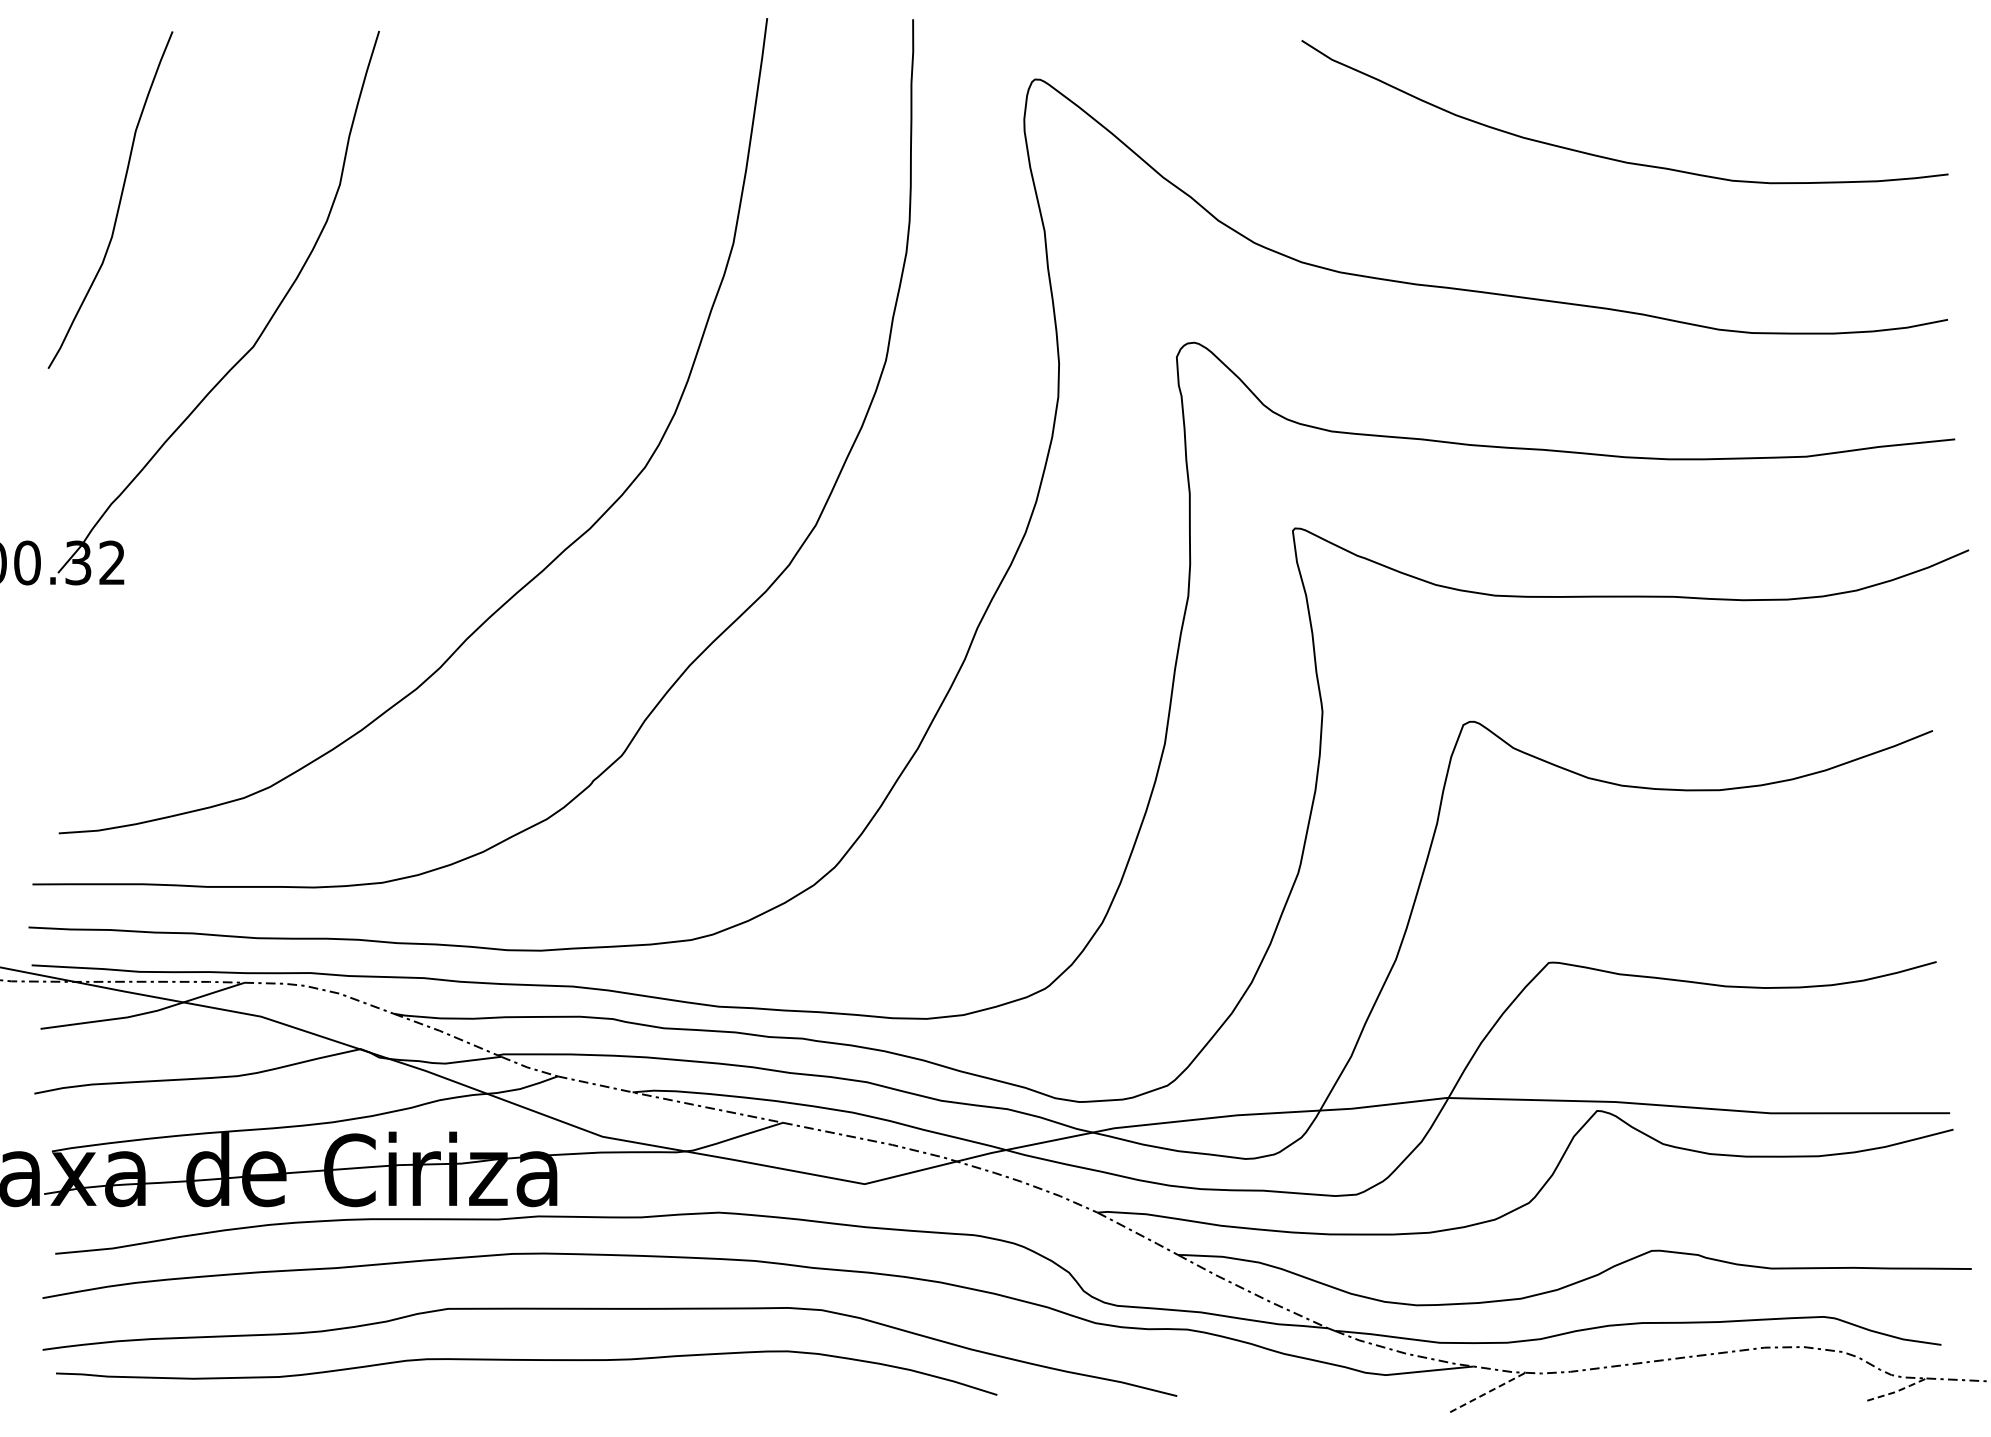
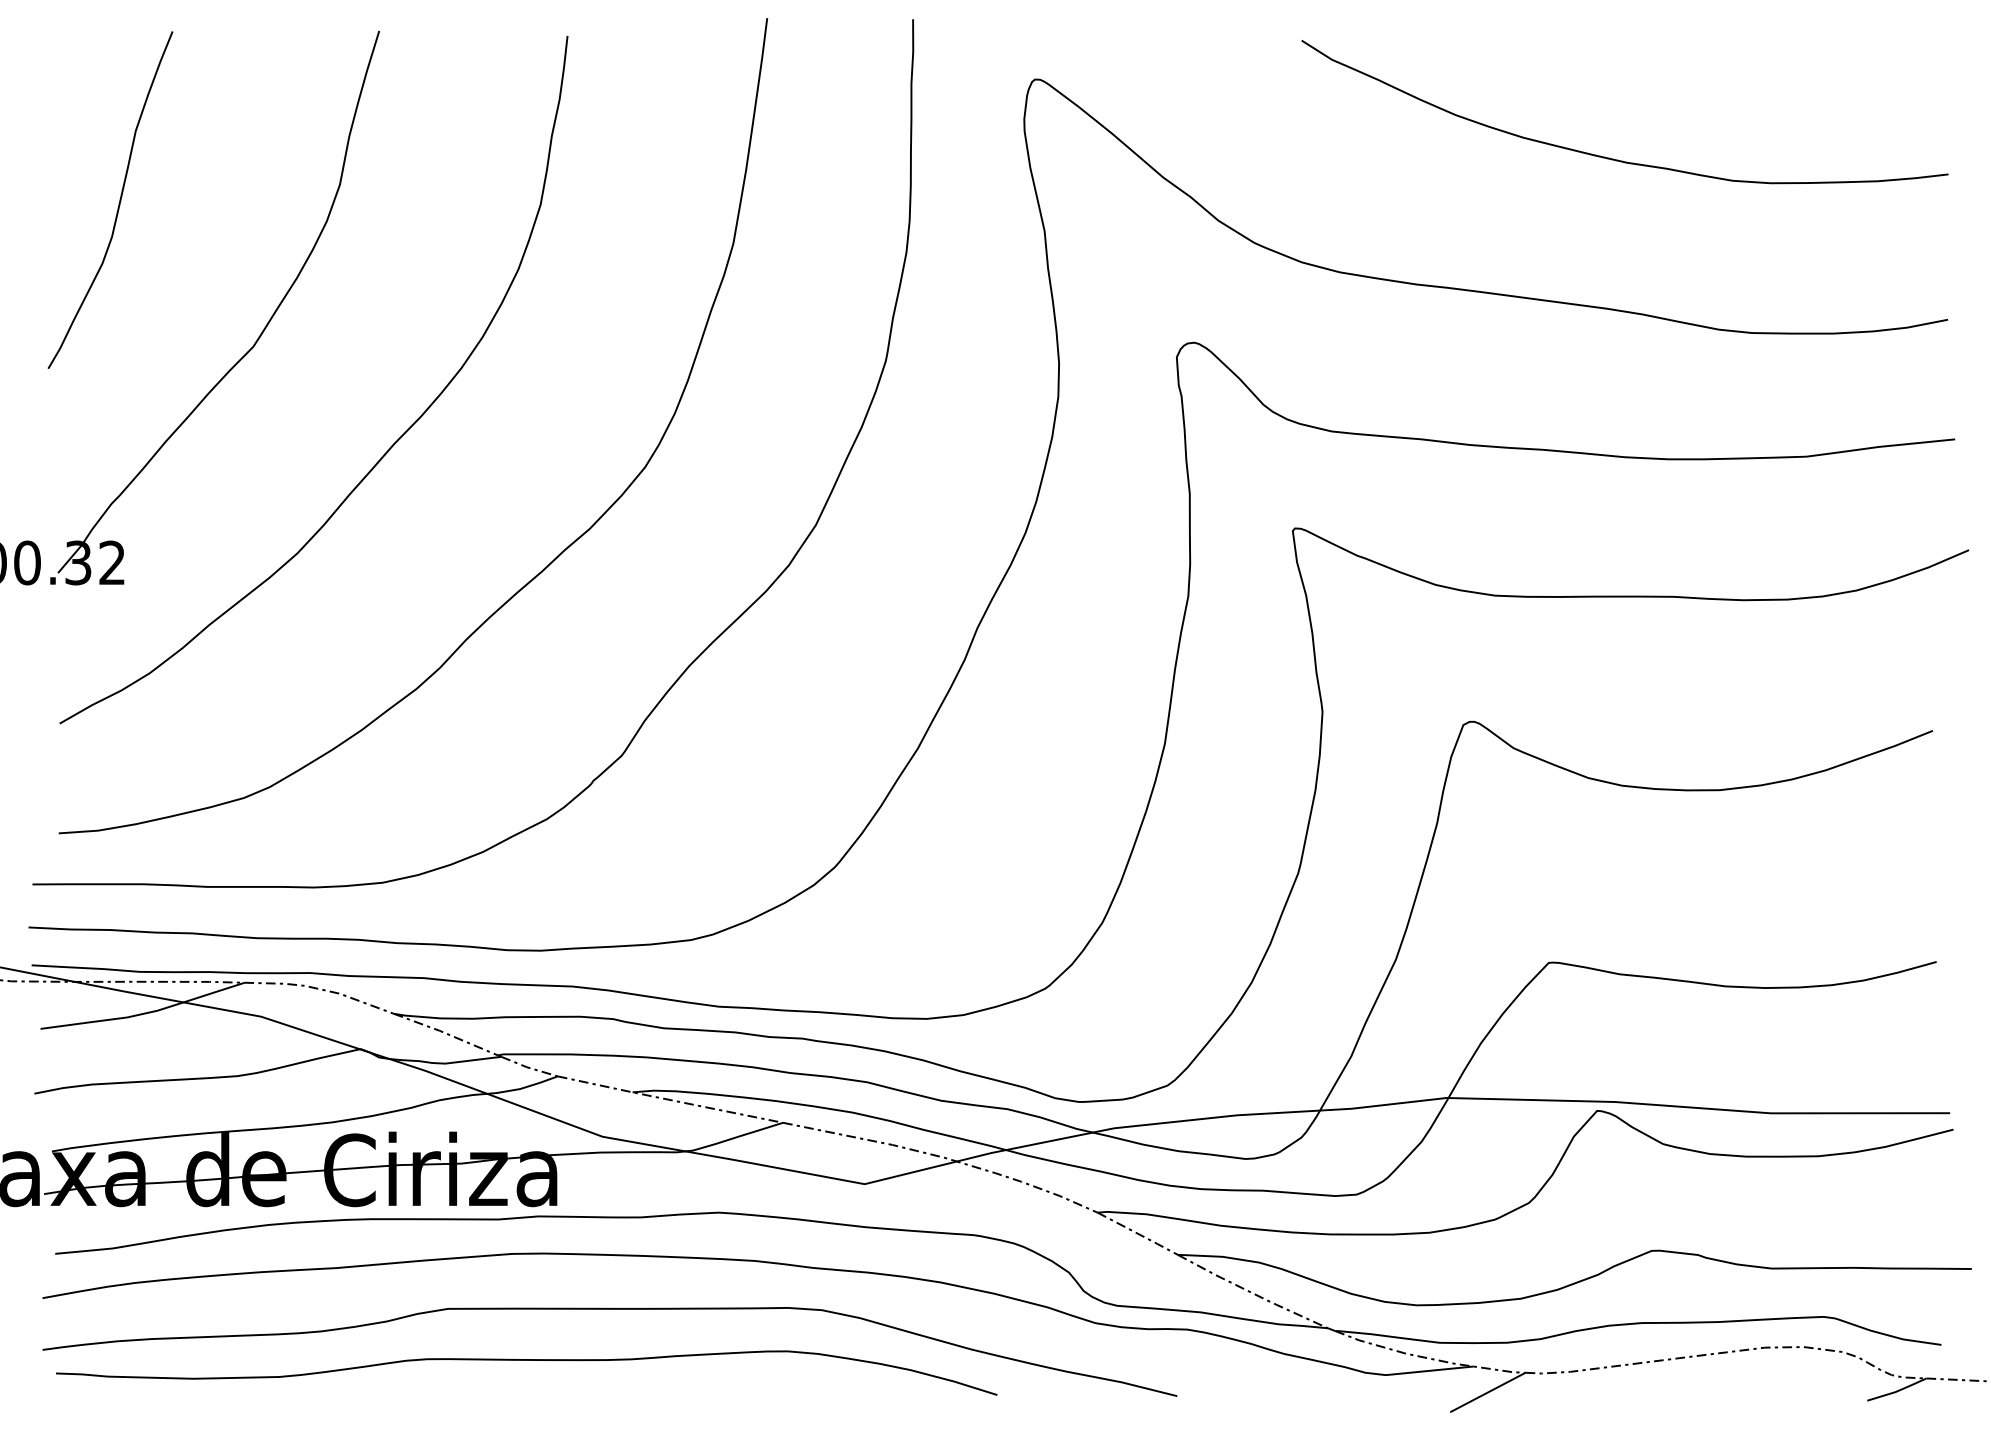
curve at (389, 447): none -> present
line at (1897, 1391): dashed -> solid
line at (1487, 1392): dashed -> solid
